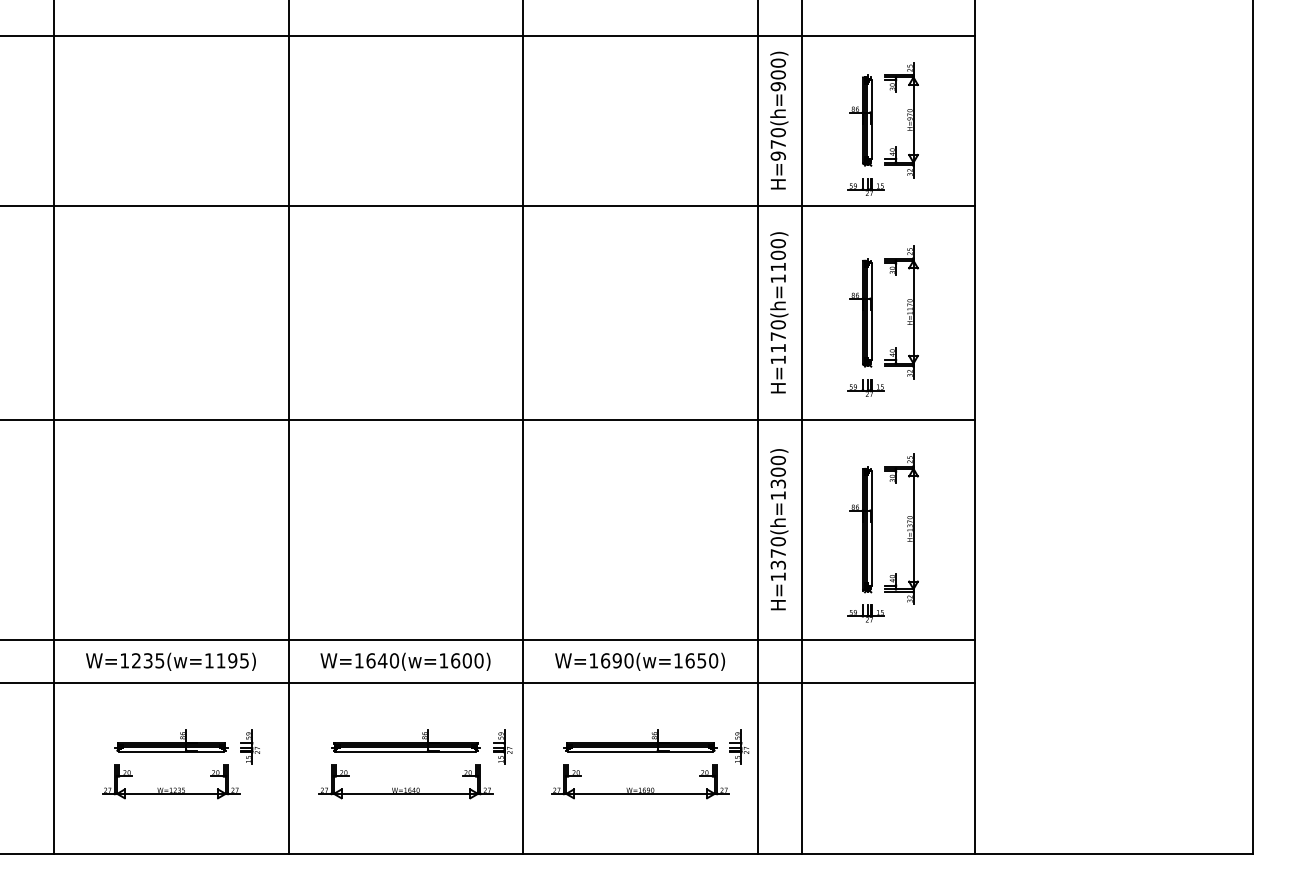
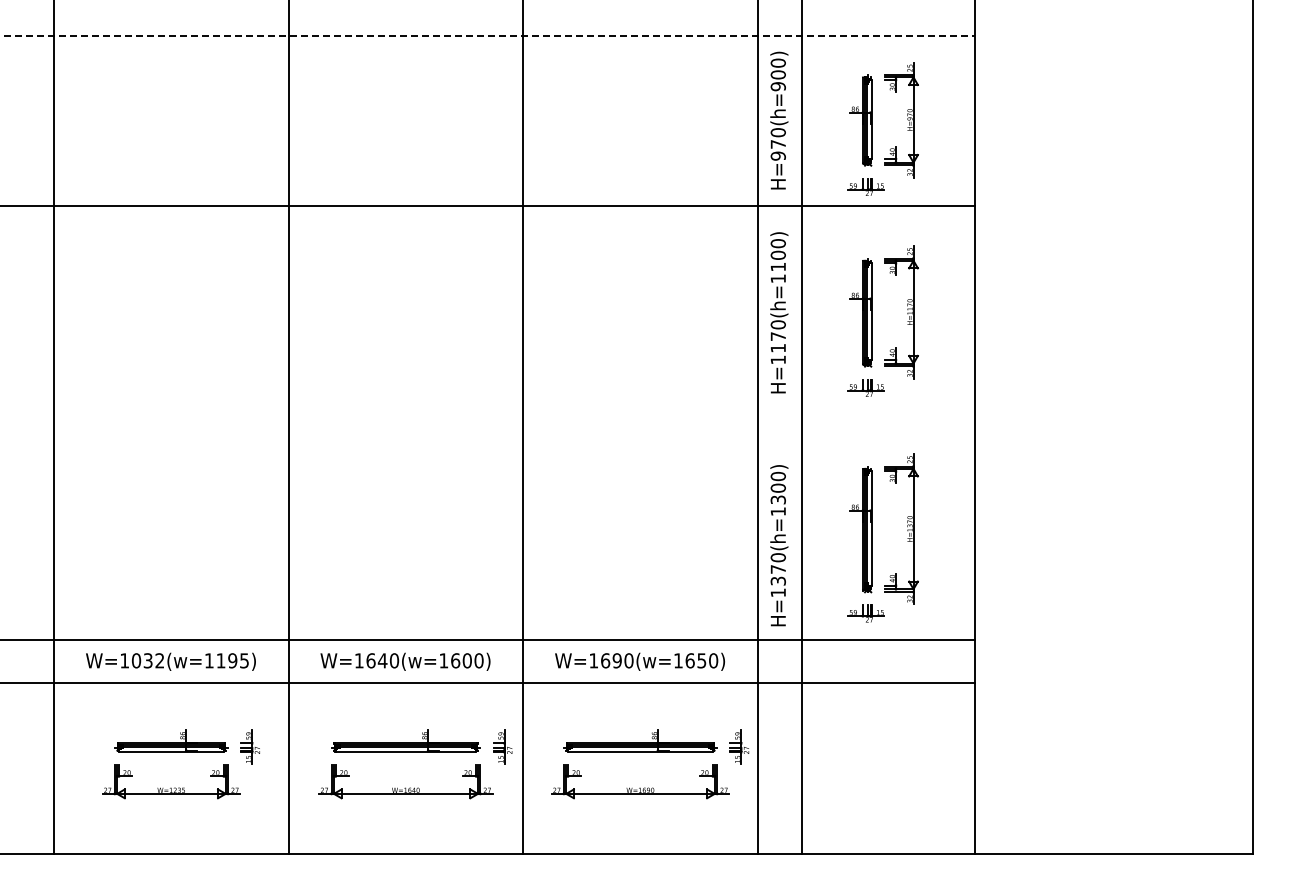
line at (487, 35): solid -> dashed
line at (488, 419): present -> none
text at (779, 529) position: (779, 529) -> (779, 545)
text at (147, 660): W=1235(w=1195) -> W=1032(w=1195)
